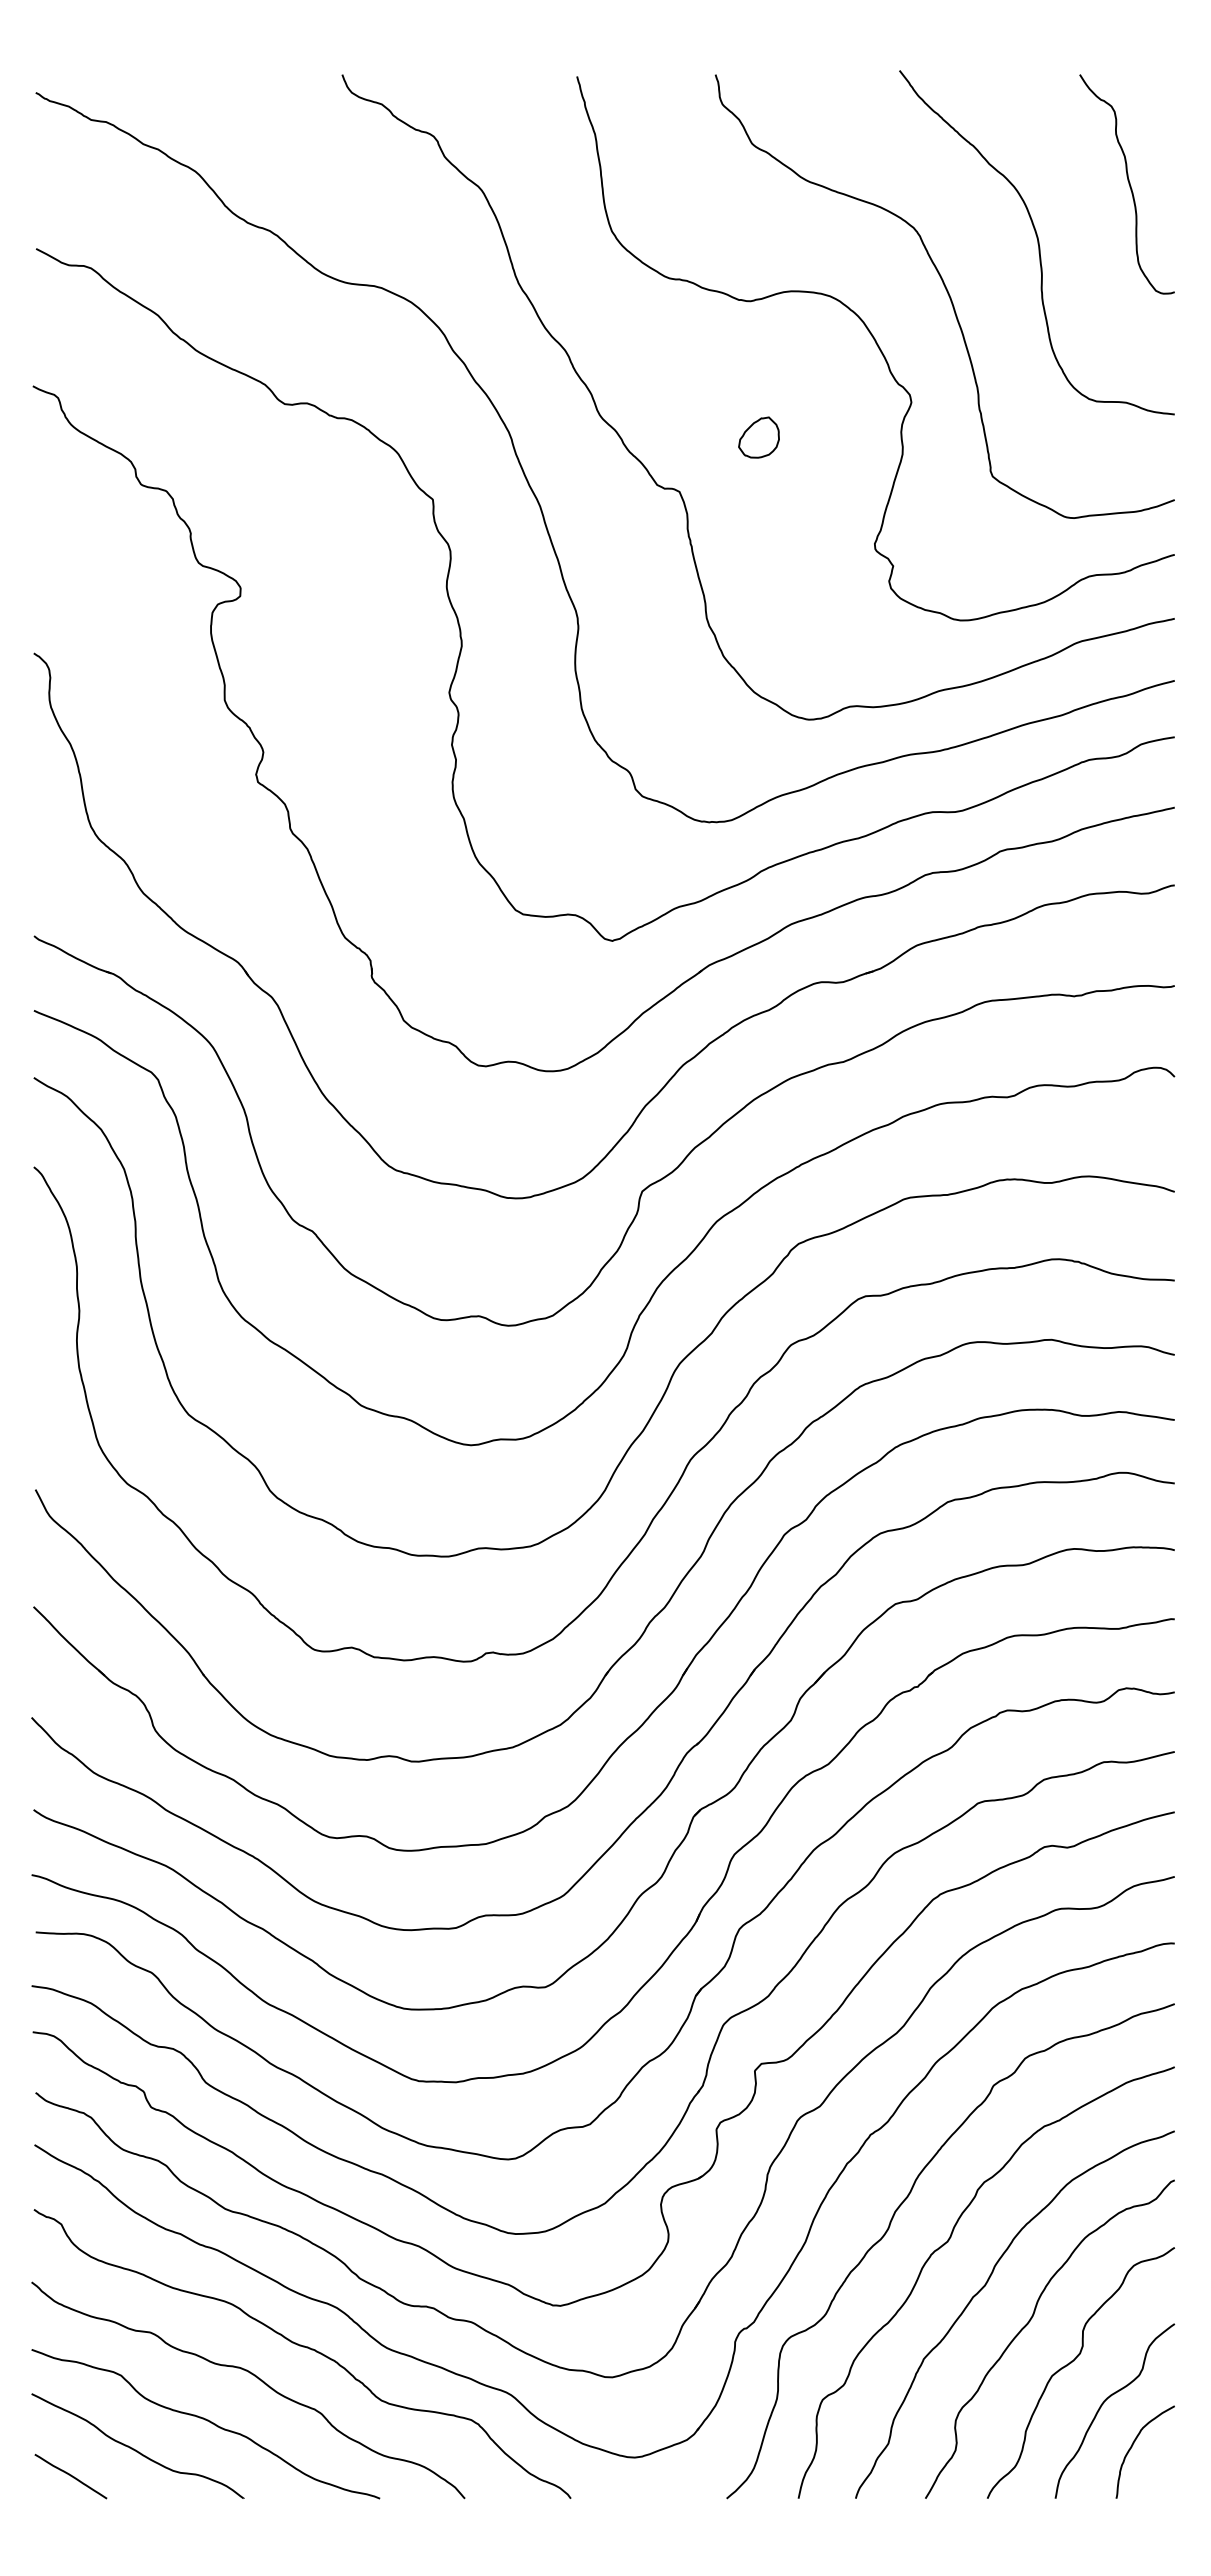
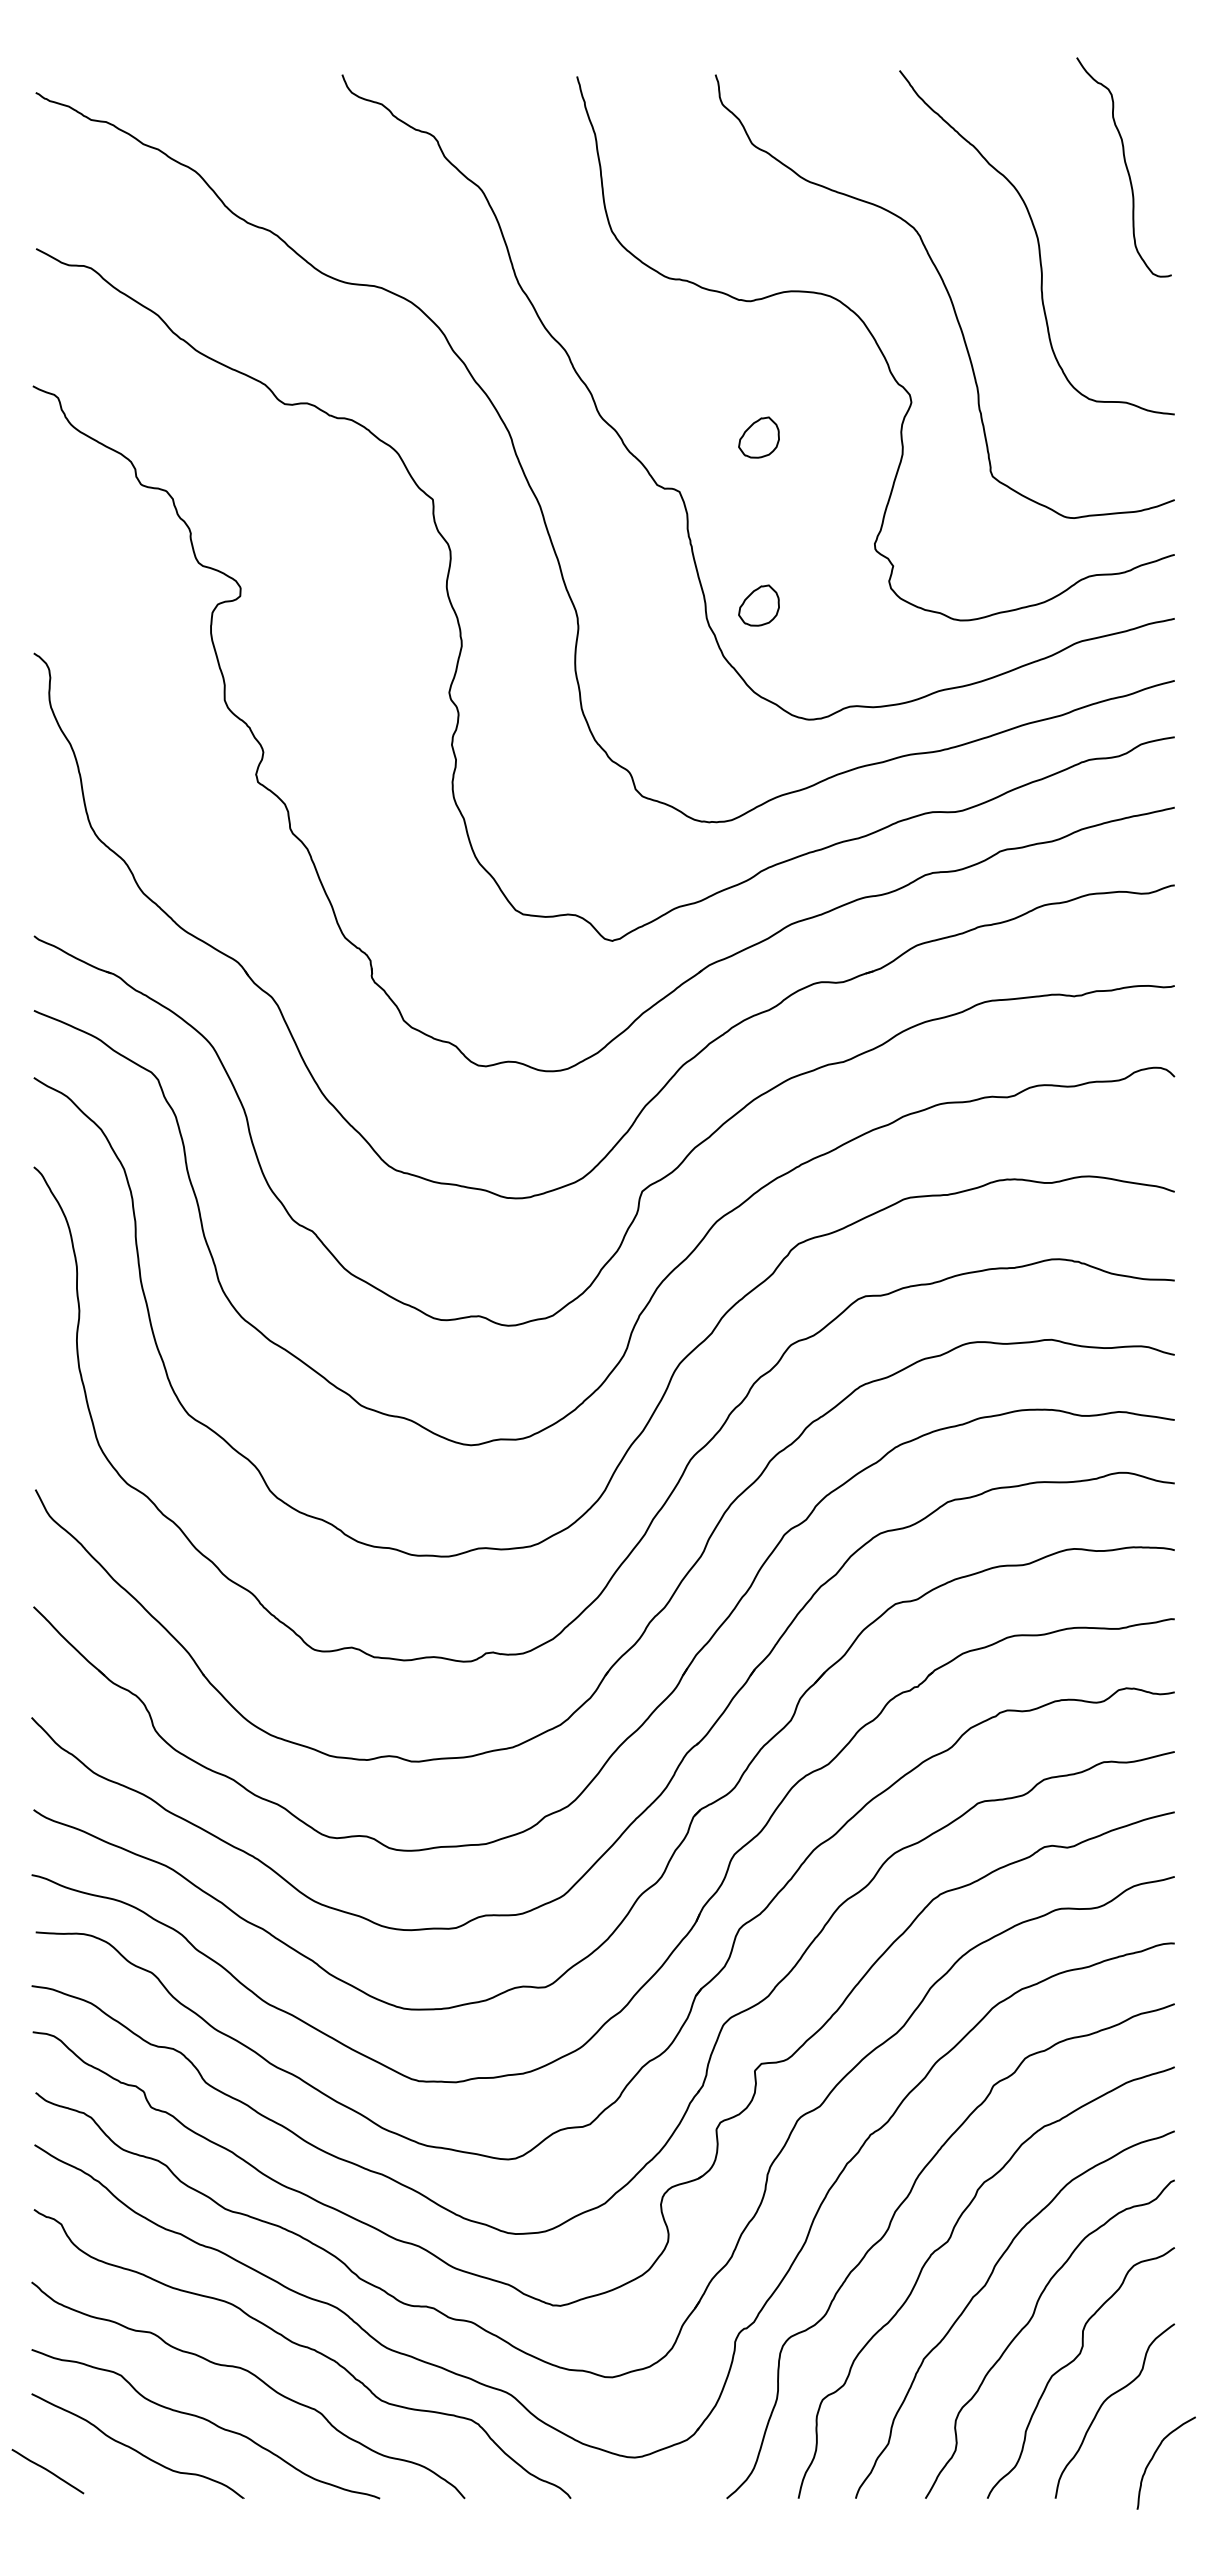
curve at (1128, 184) position: (1128, 184) -> (1125, 167)
part at (758, 605): none -> present
curve at (1133, 2445) position: (1133, 2445) -> (1154, 2456)
curve at (70, 2476) position: (70, 2476) -> (47, 2471)
